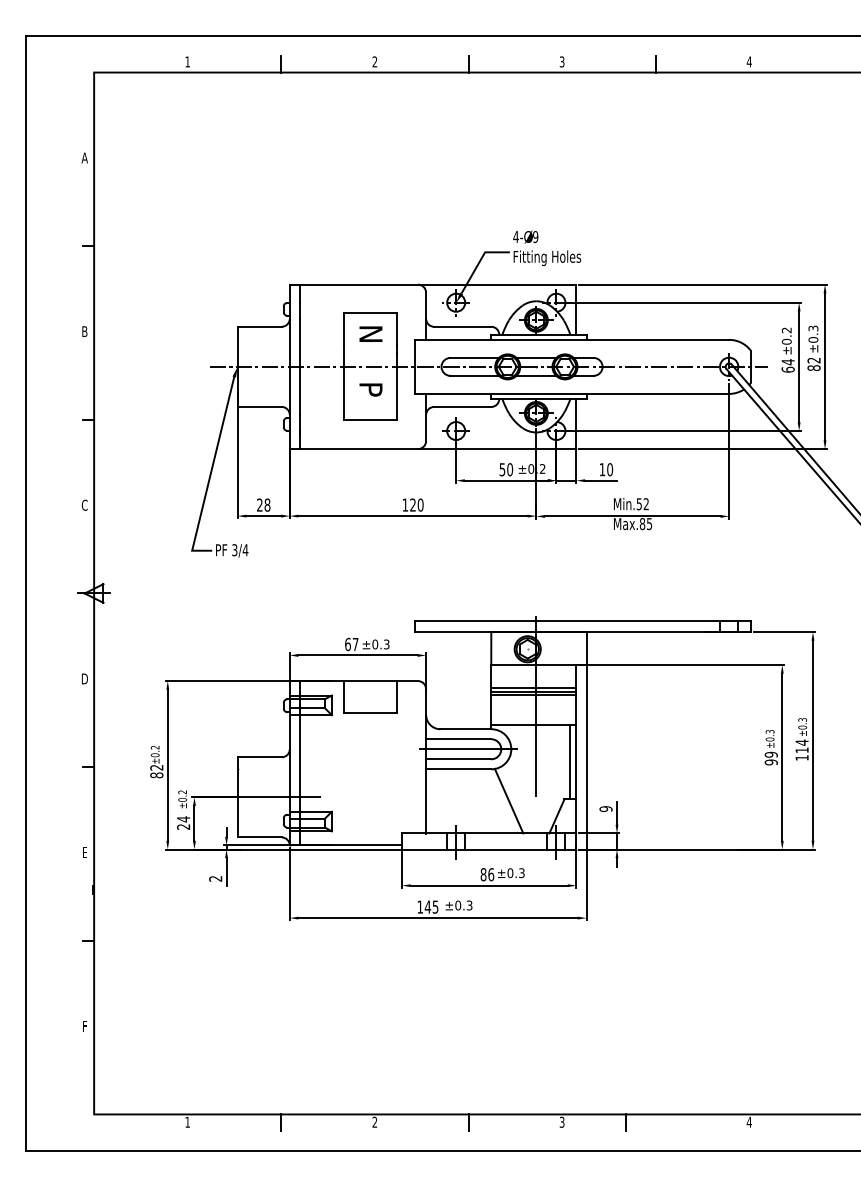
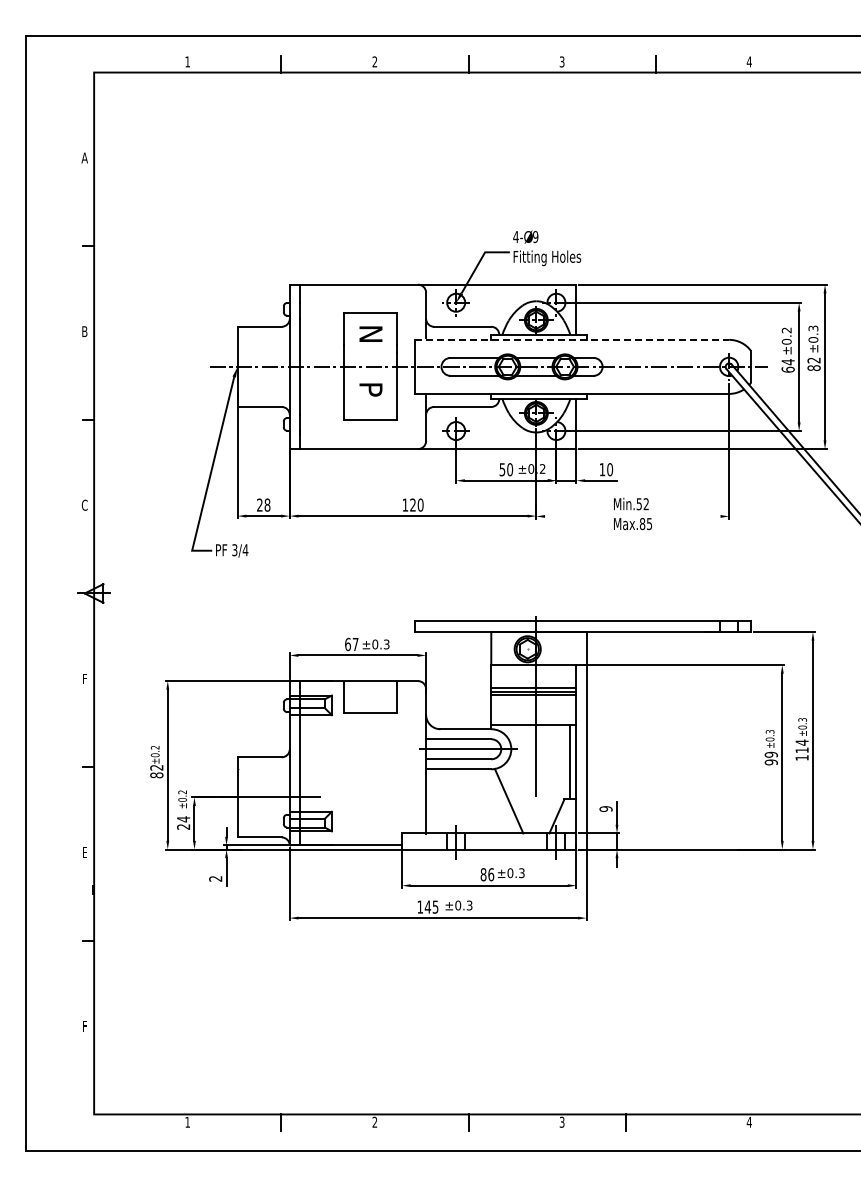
line at (572, 339): solid -> dashed
line at (632, 516): present -> none
text at (84, 678): D -> F
